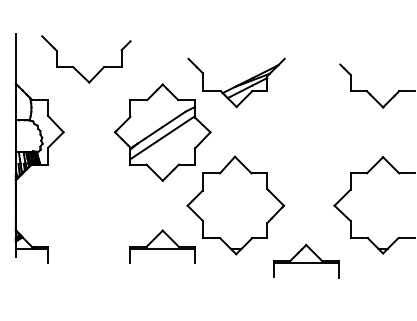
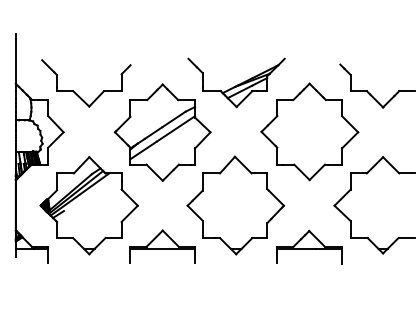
part at (76, 68) position: (76, 68) -> (76, 92)
part at (309, 131): none -> present
part at (88, 205): none -> present
part at (306, 260) position: (306, 260) -> (309, 246)
